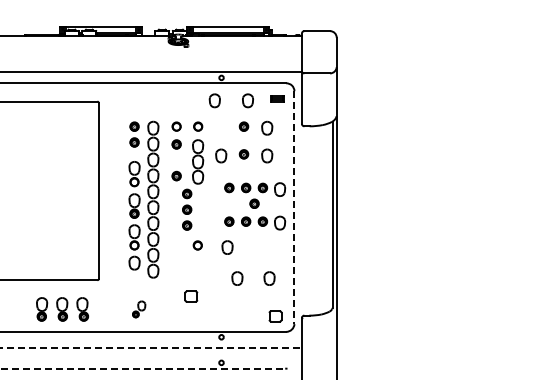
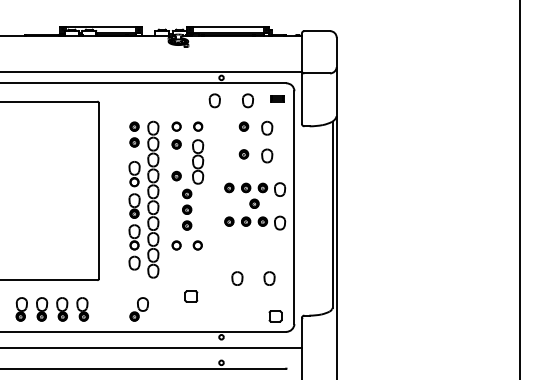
part at (221, 155): present -> none
line at (519, 189): none -> present
line at (294, 208): dashed -> solid
part at (176, 245): none -> present
part at (227, 247): present -> none
part at (21, 309): none -> present
part at (139, 309) size: 15x19 px -> 20x25 px
line at (151, 347): dashed -> solid
line at (143, 368): dashed -> solid
